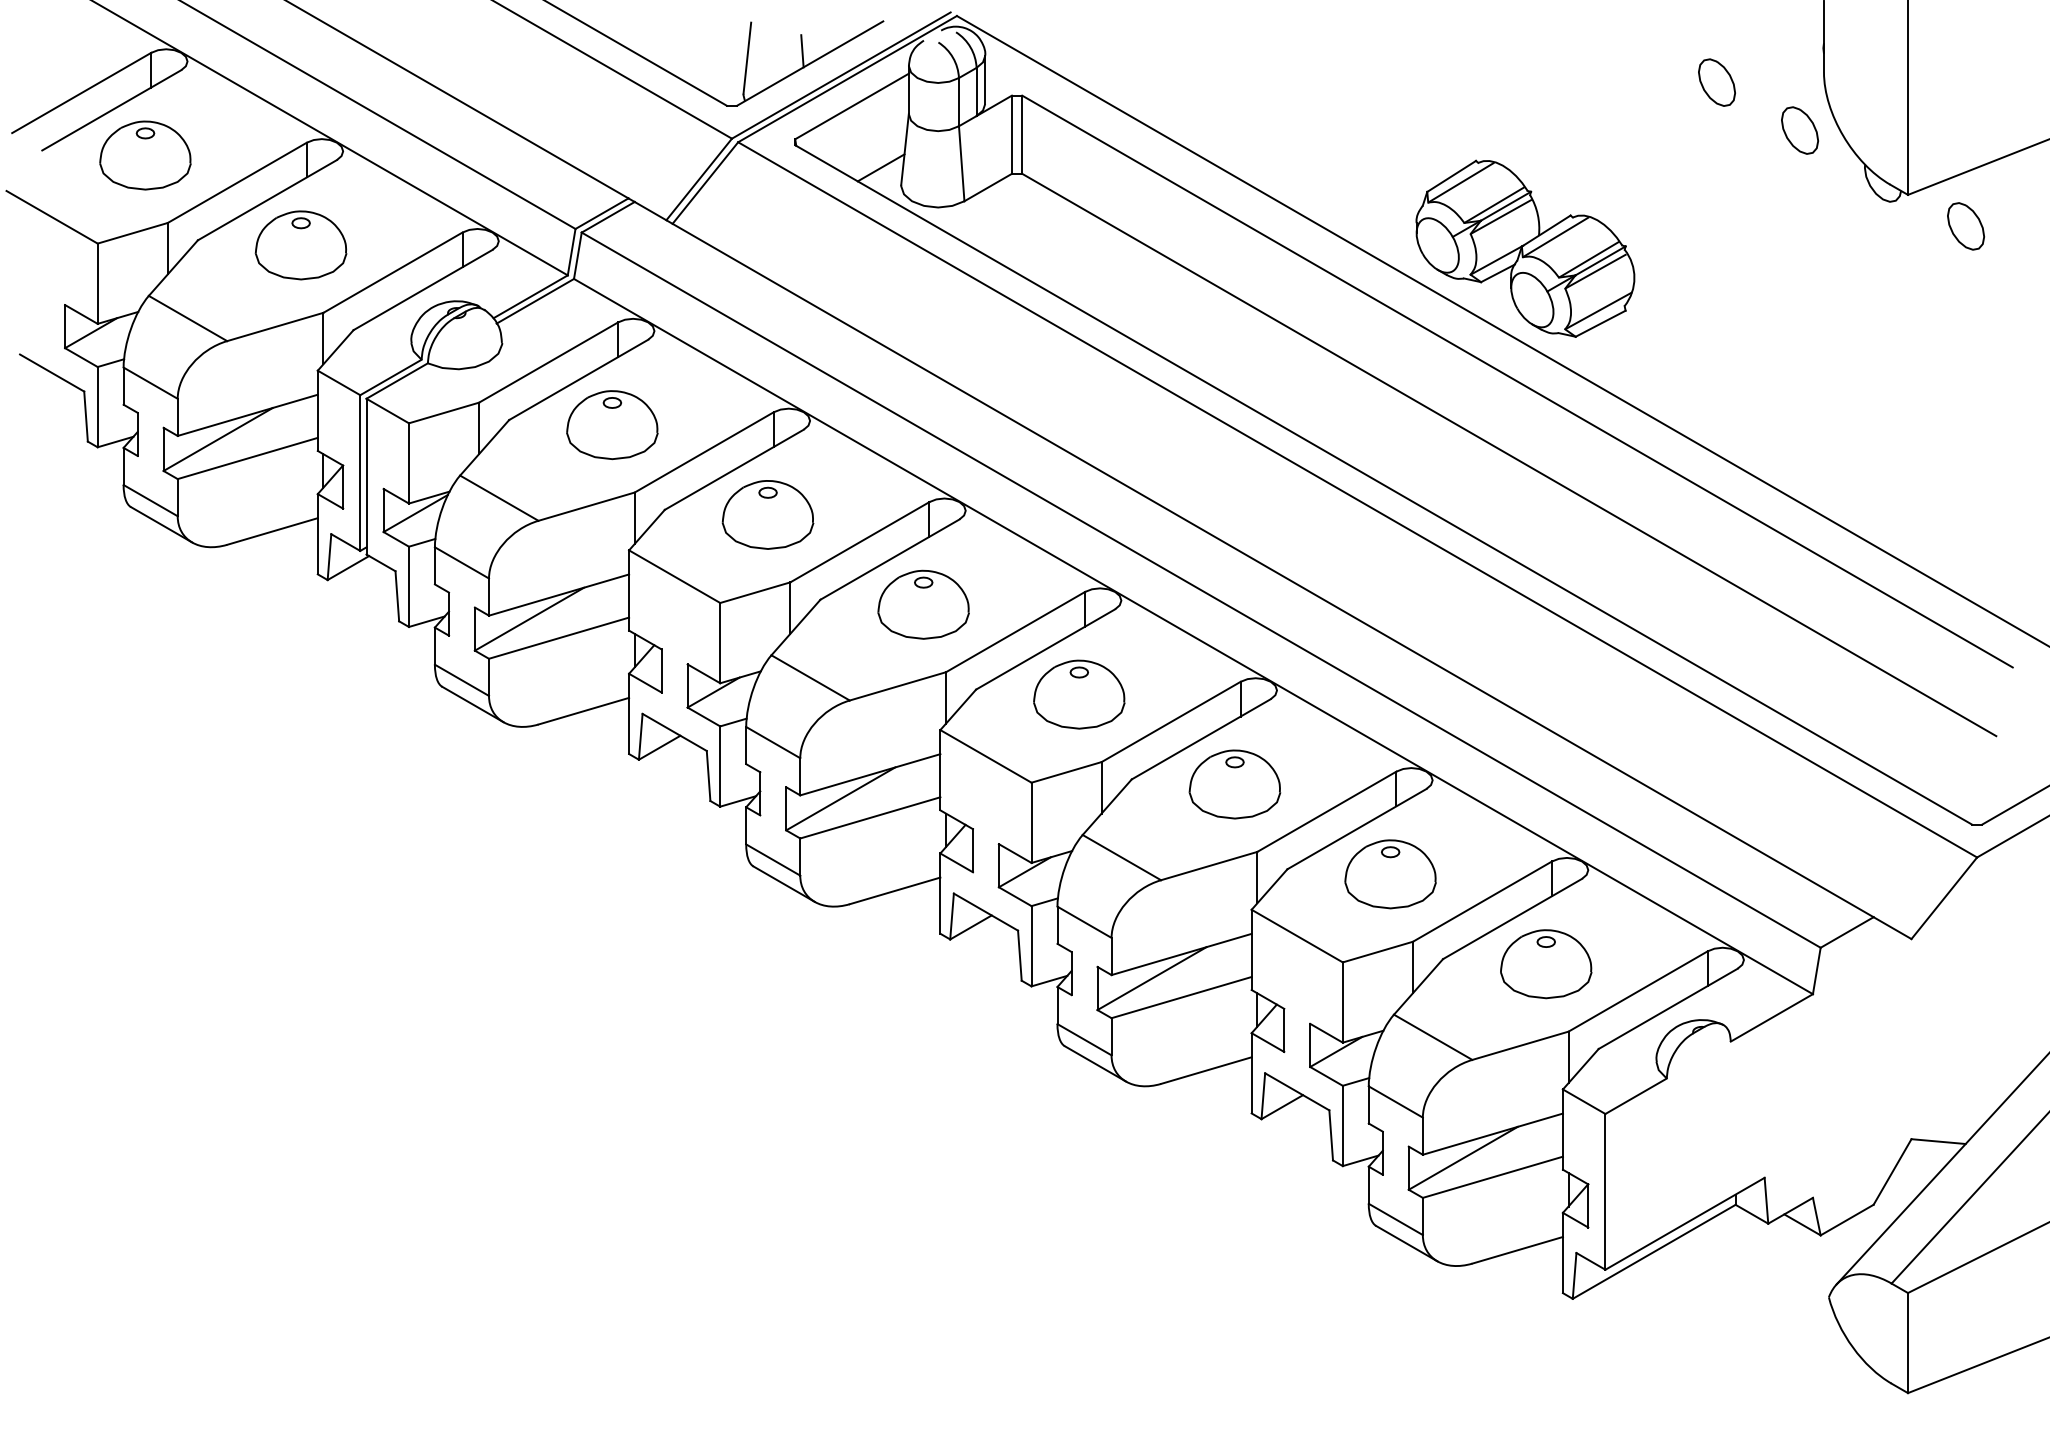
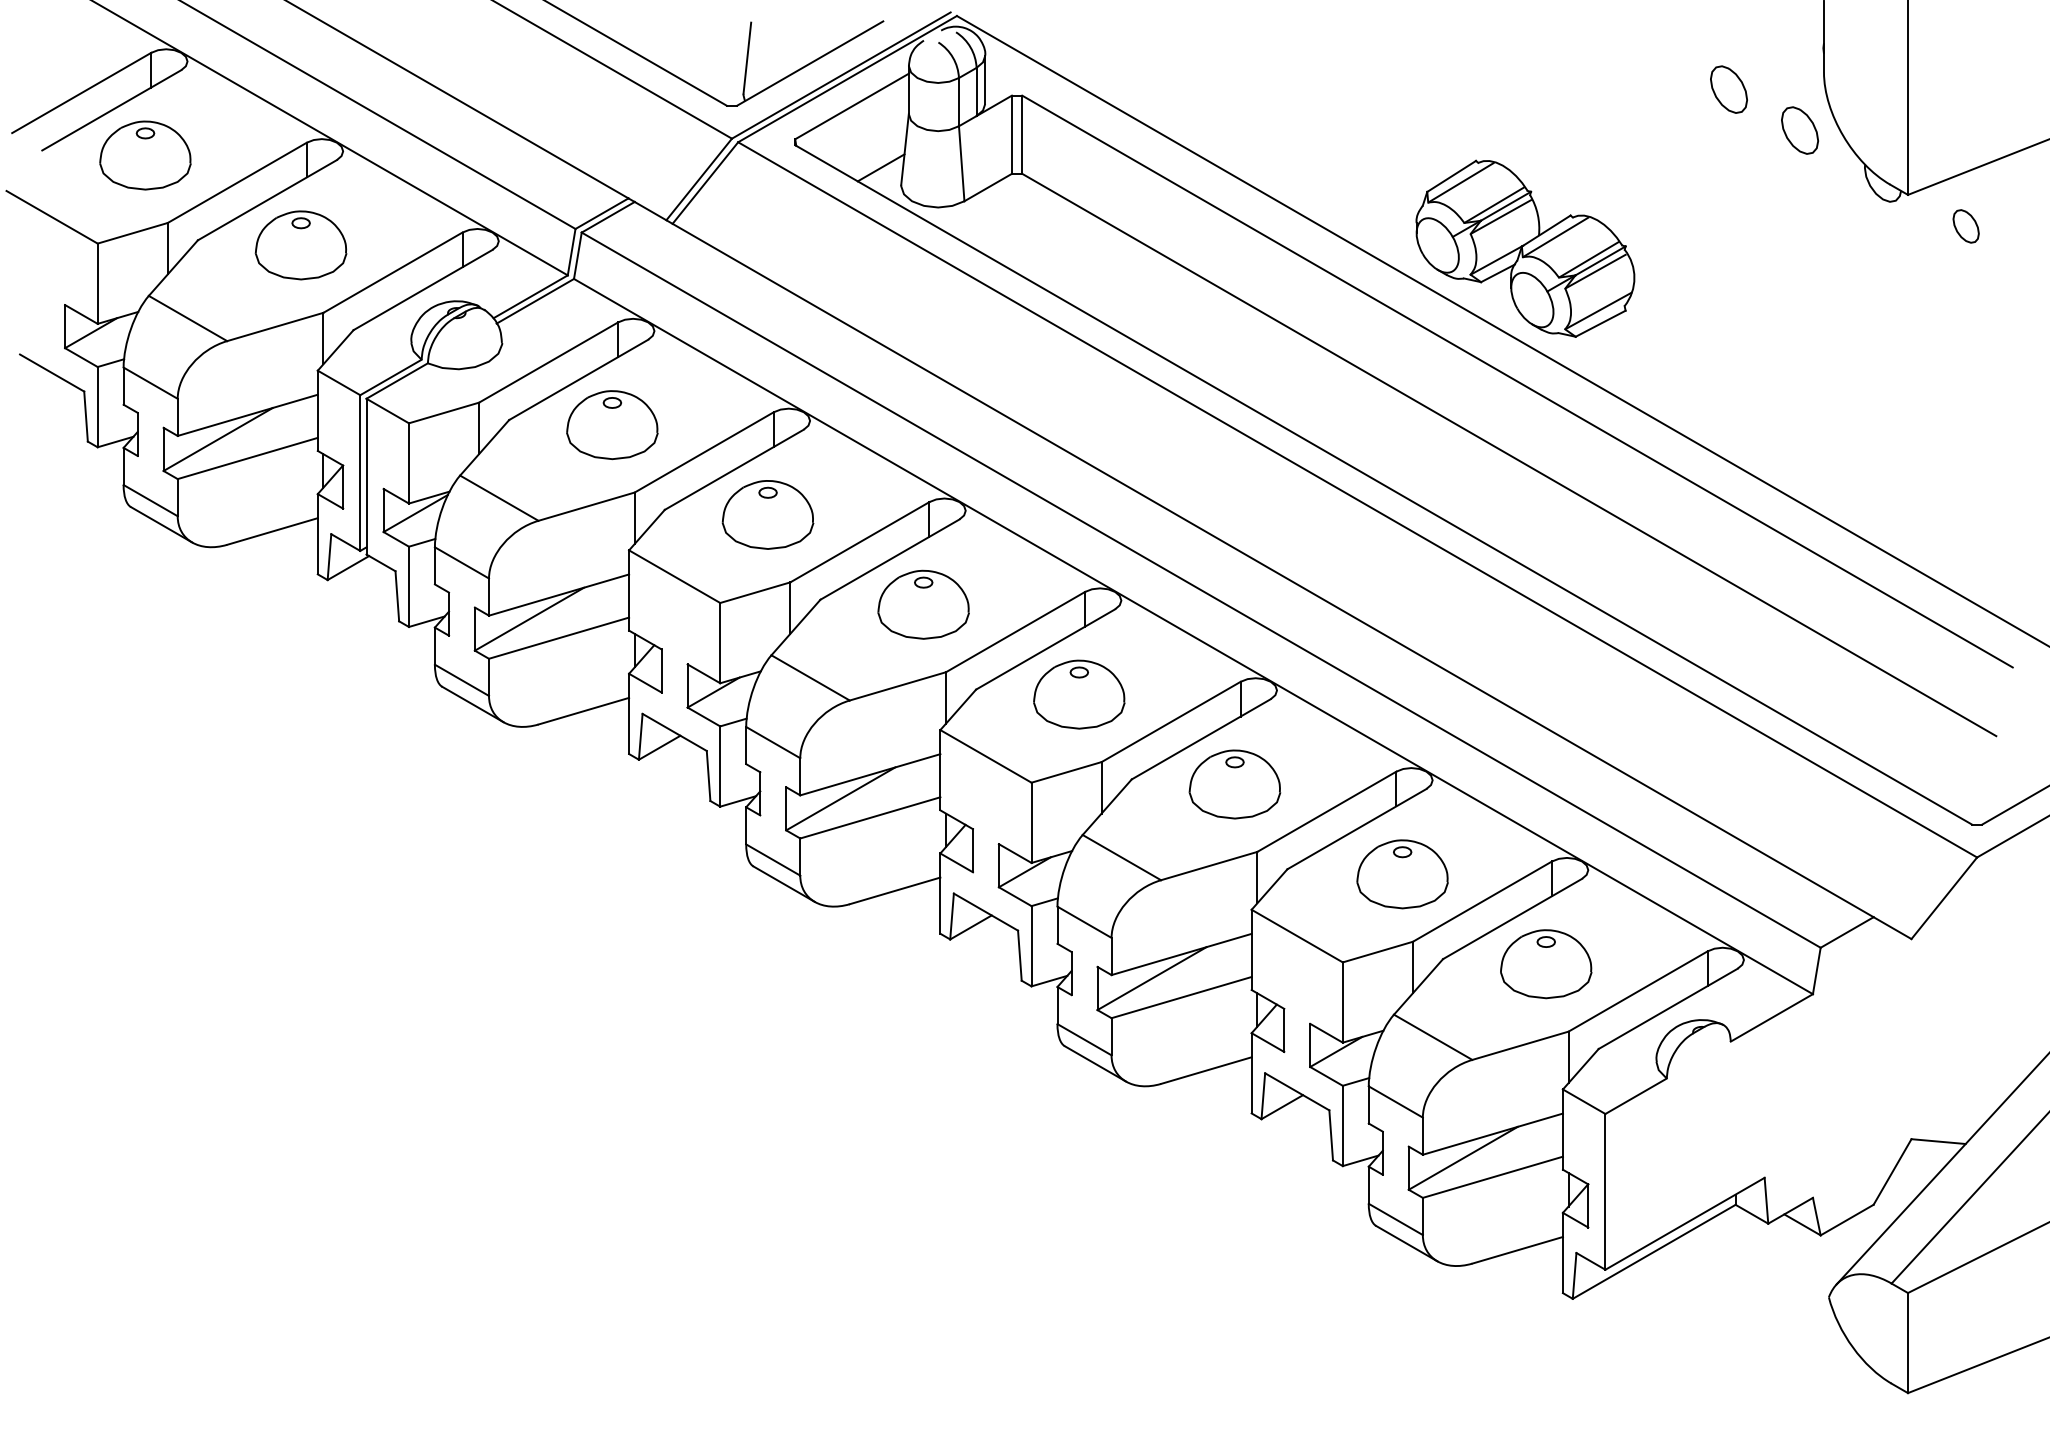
line at (802, 51): present -> none
part at (1716, 82) position: (1716, 82) -> (1728, 89)
part at (1966, 226) size: 39x49 px -> 28x35 px
part at (1390, 874) position: (1390, 874) -> (1402, 874)
